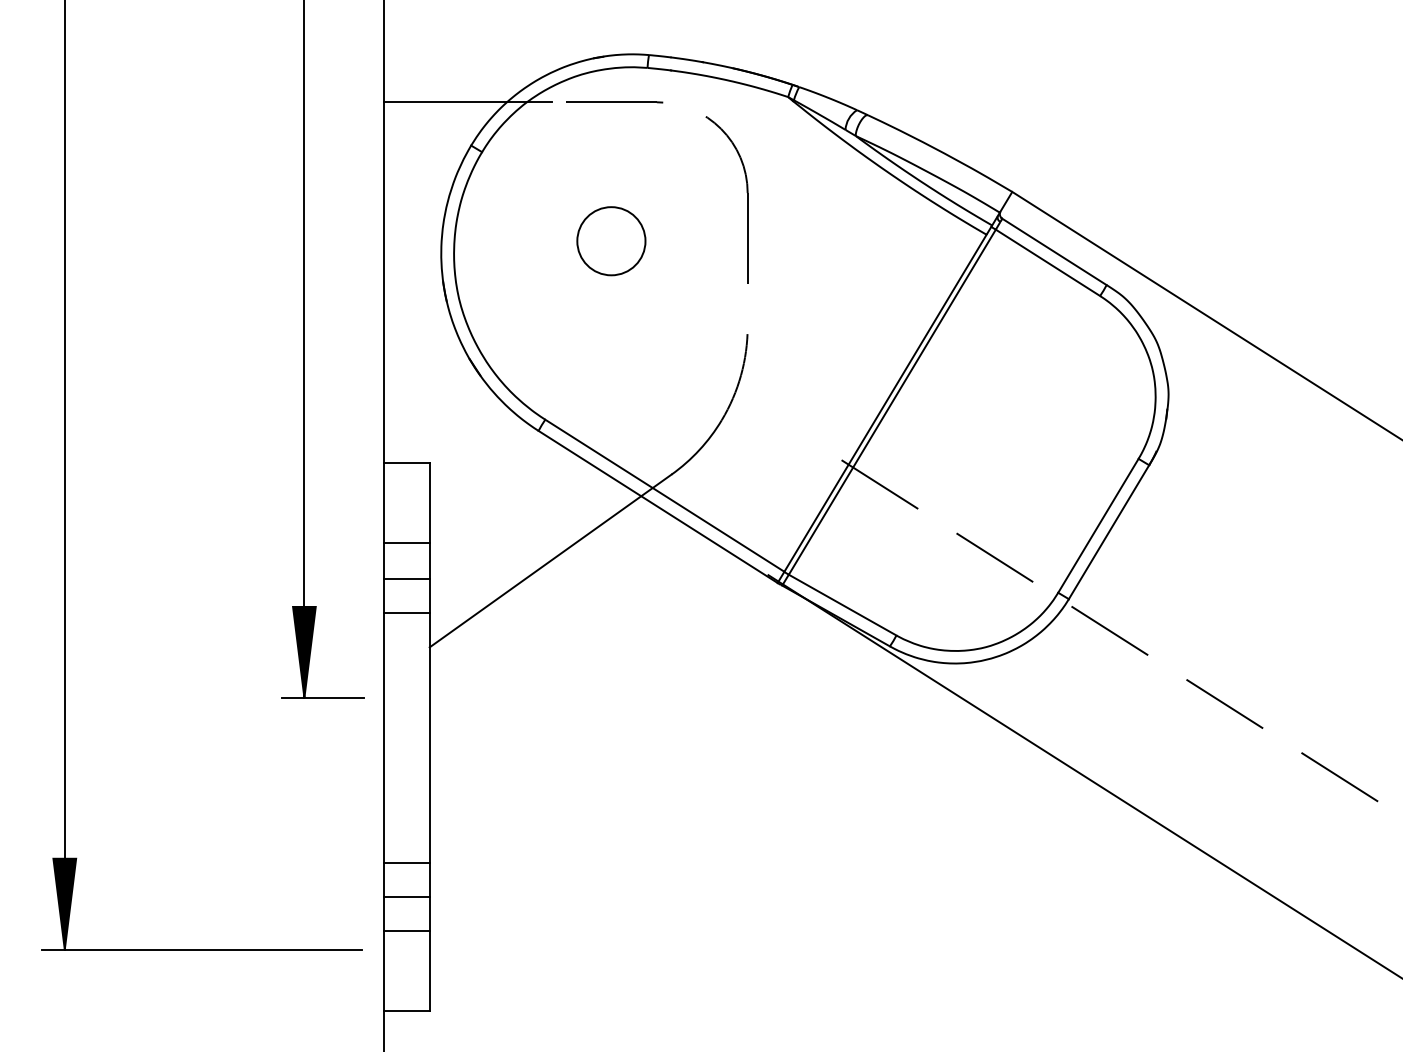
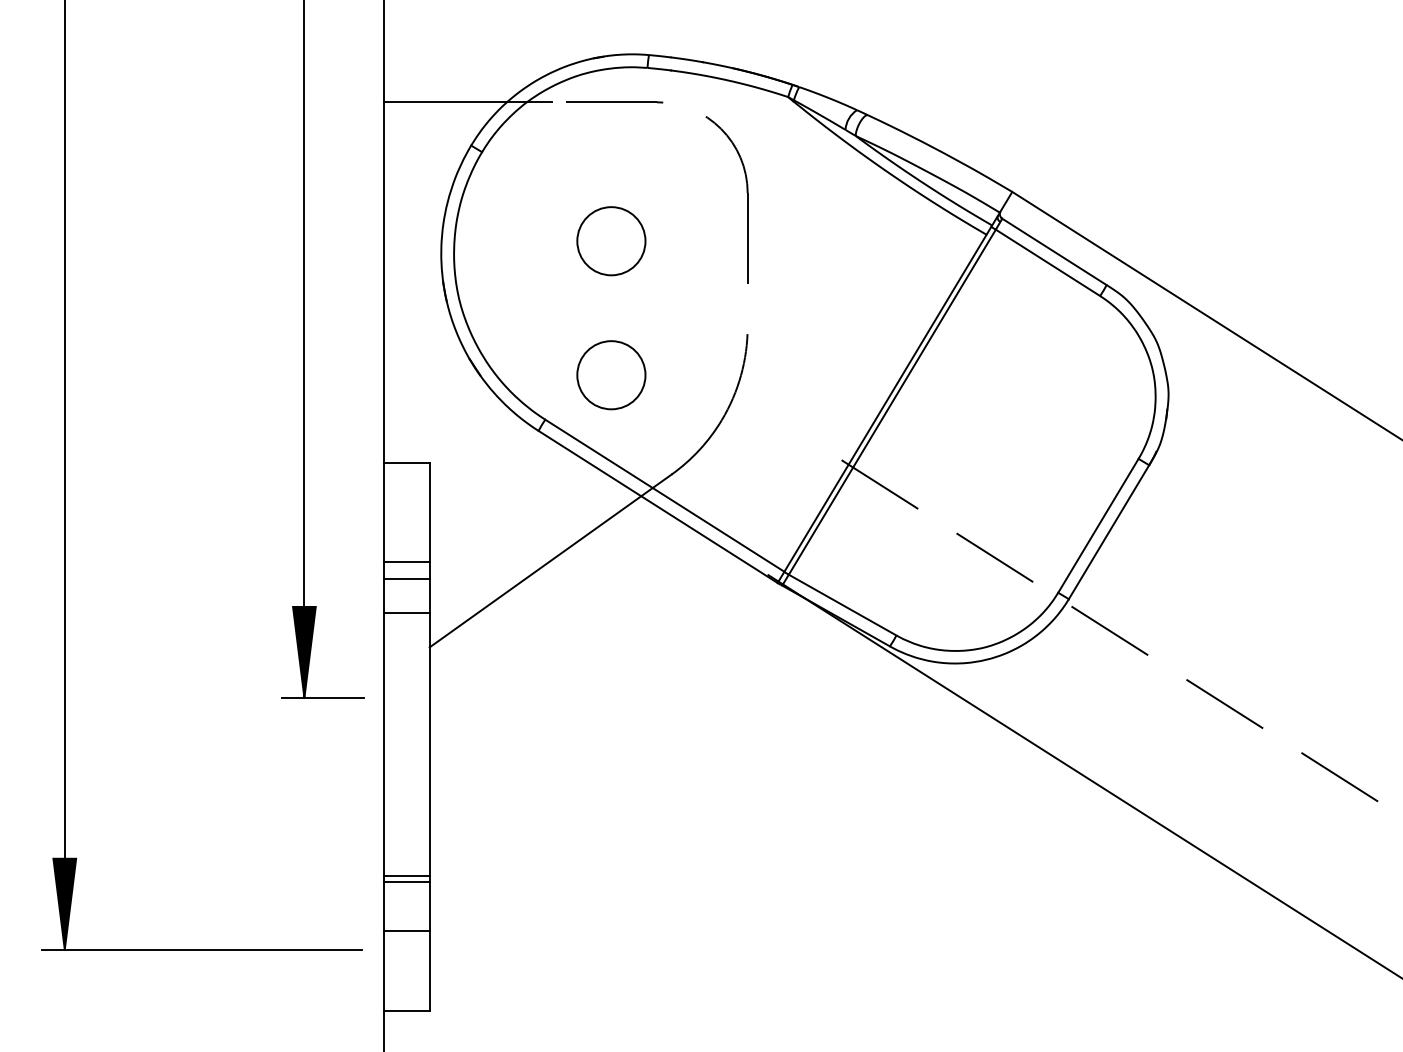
circle at (611, 375): none -> present
line at (406, 543) position: (406, 543) -> (406, 562)
line at (406, 863) position: (406, 863) -> (406, 876)
line at (406, 897) position: (406, 897) -> (406, 882)
